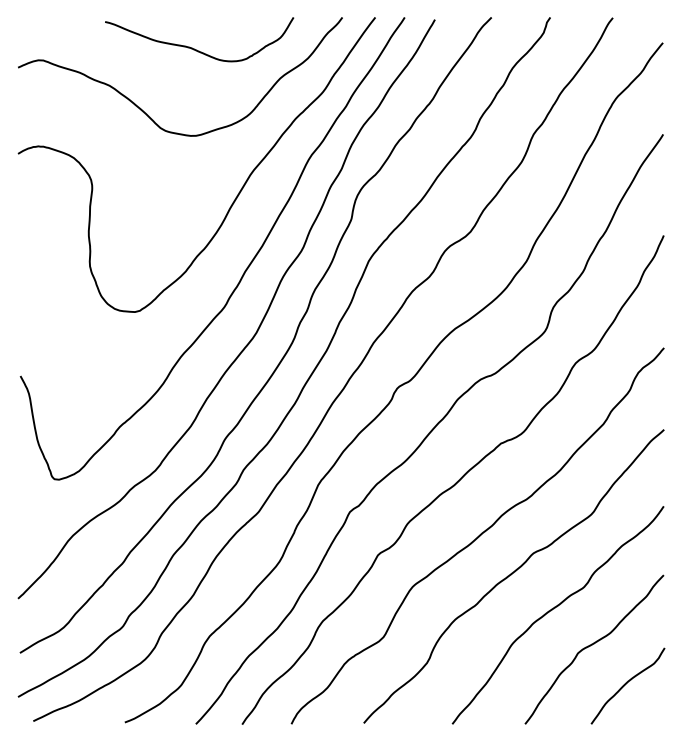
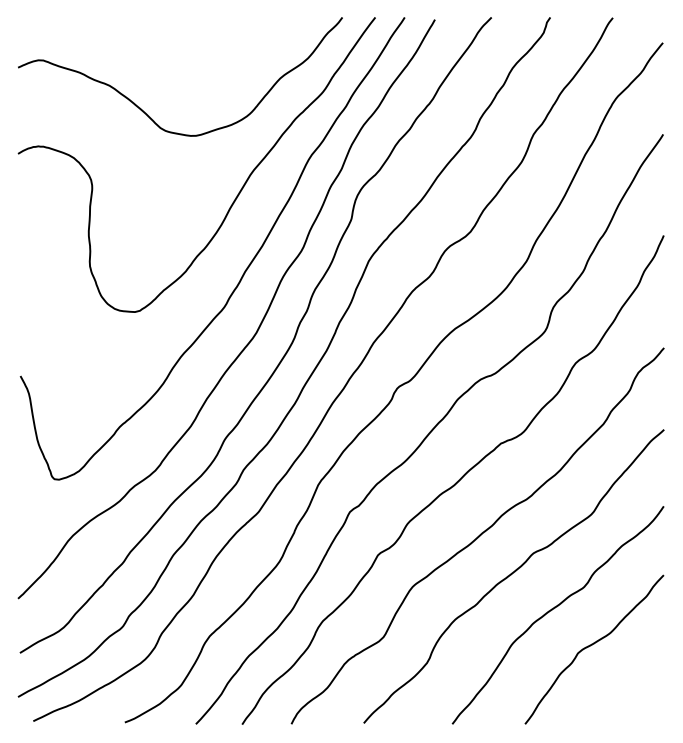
curve at (194, 48): present -> none
curve at (626, 684): present -> none
